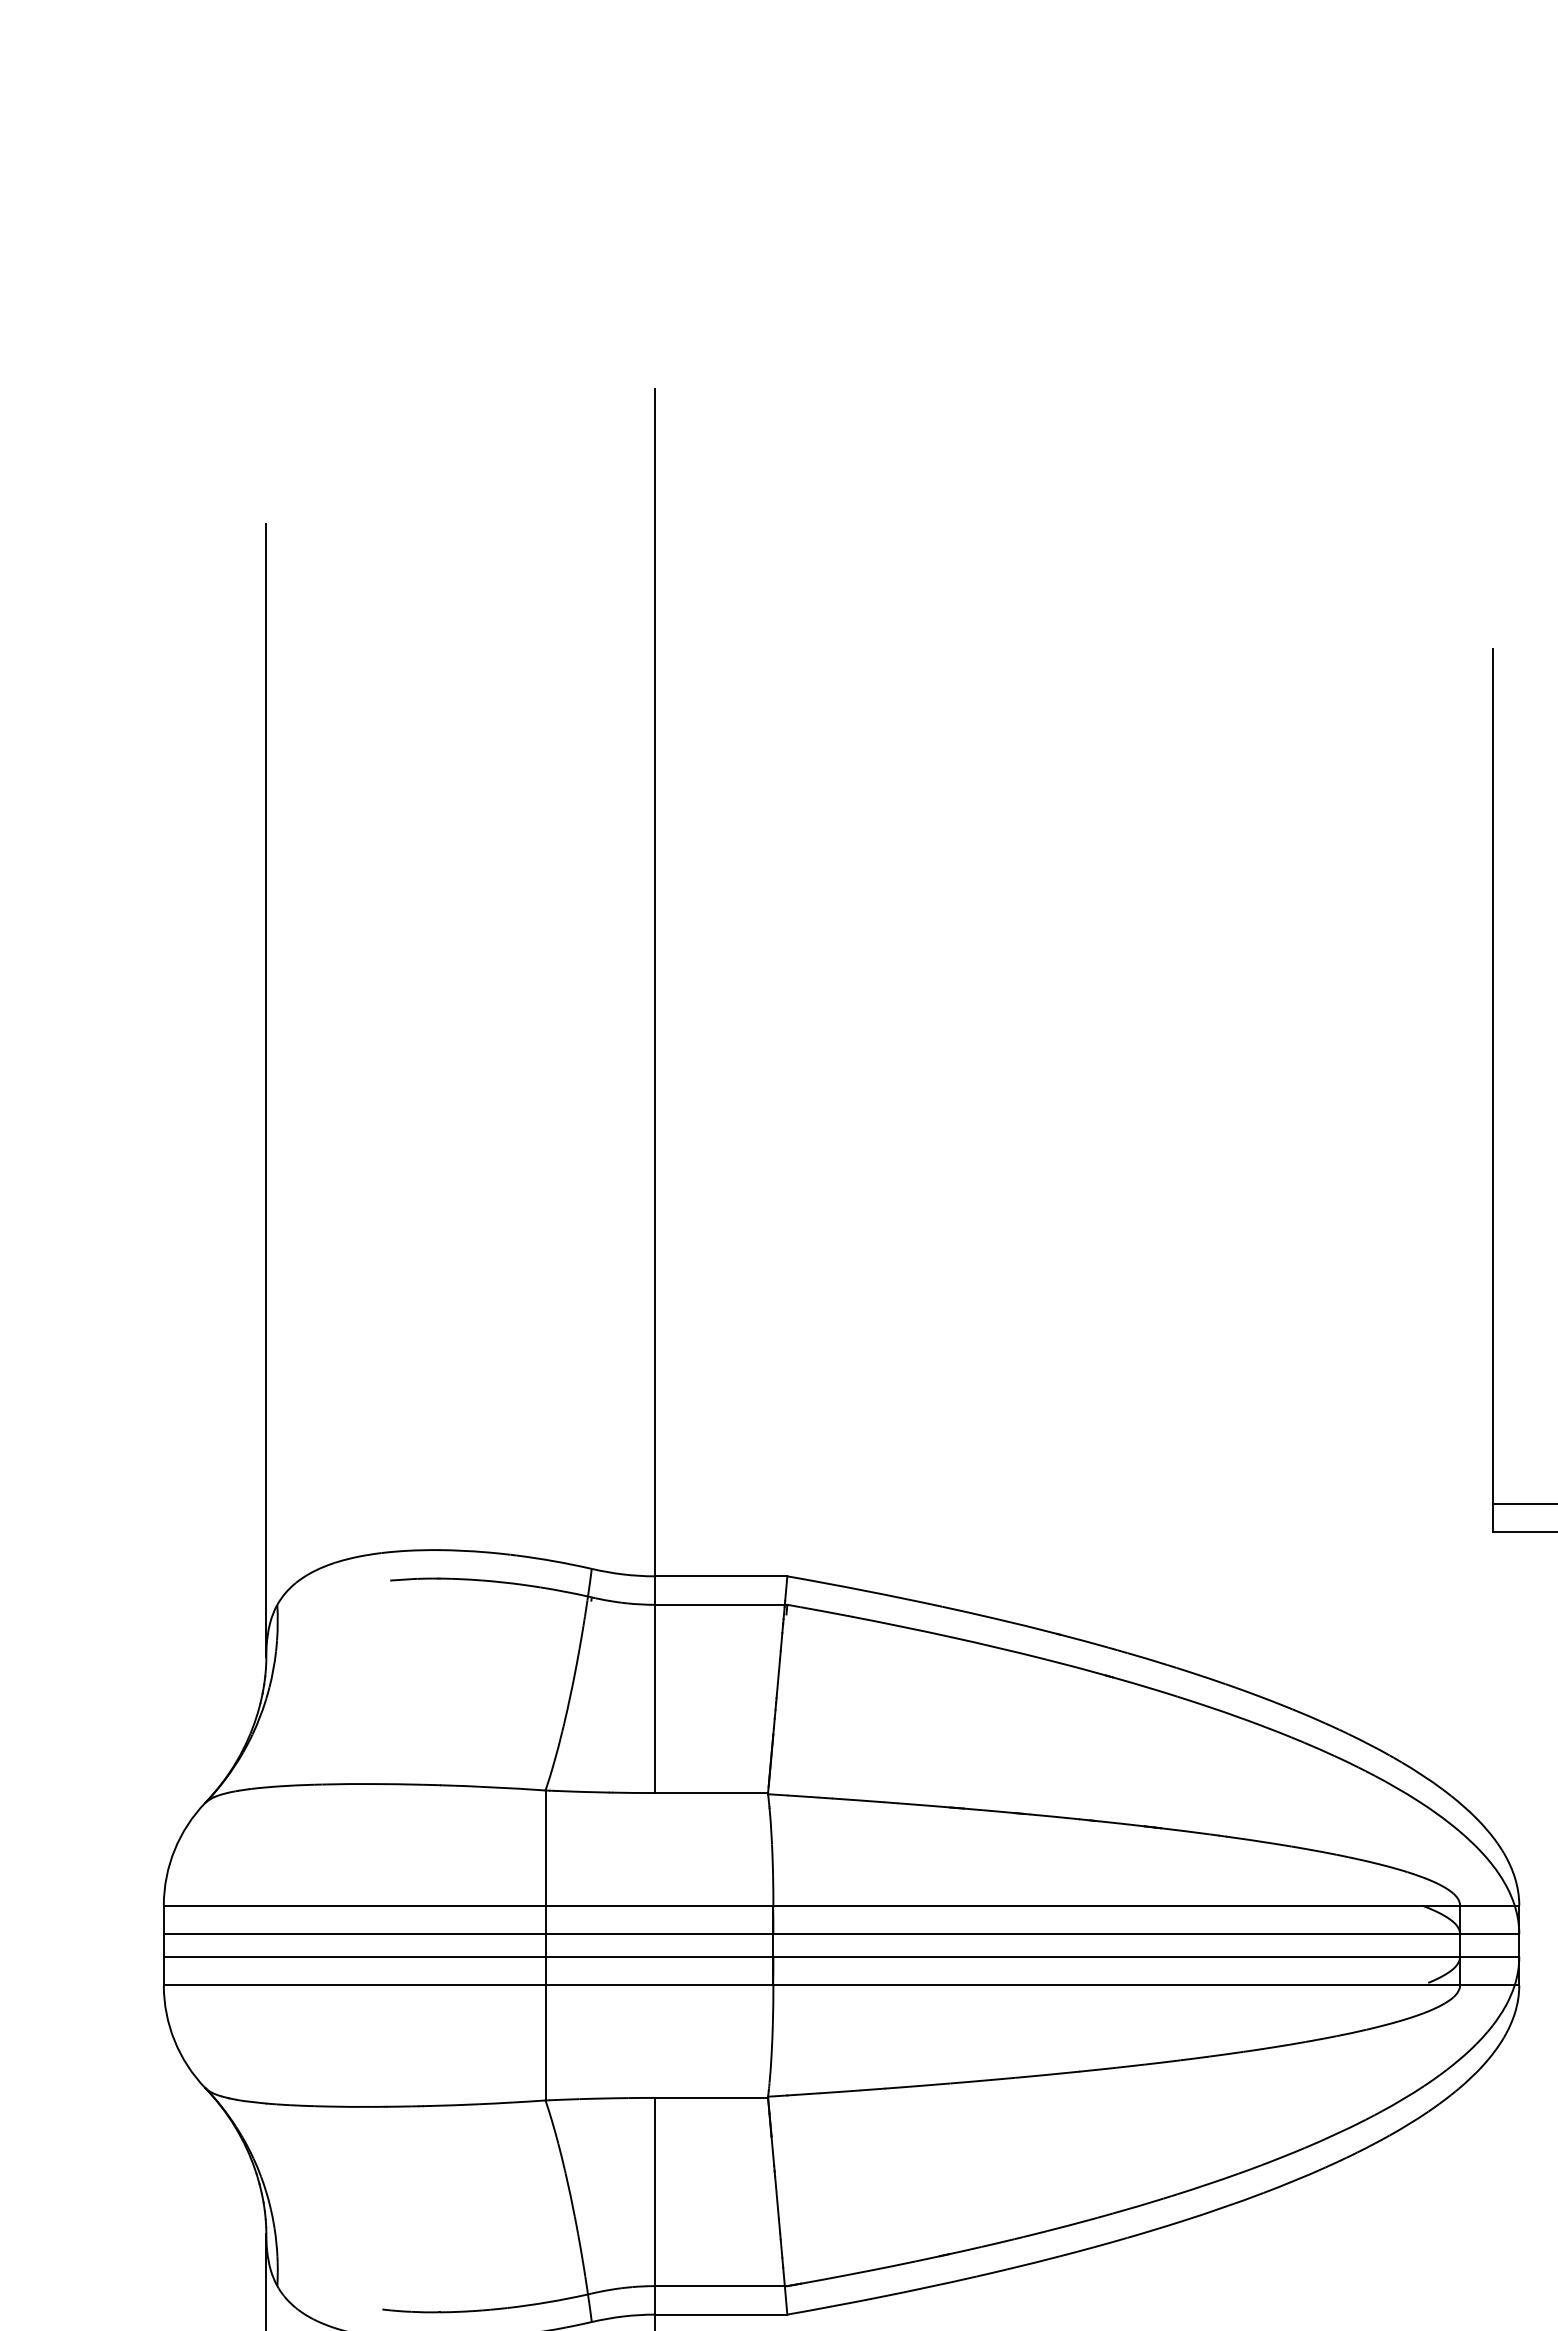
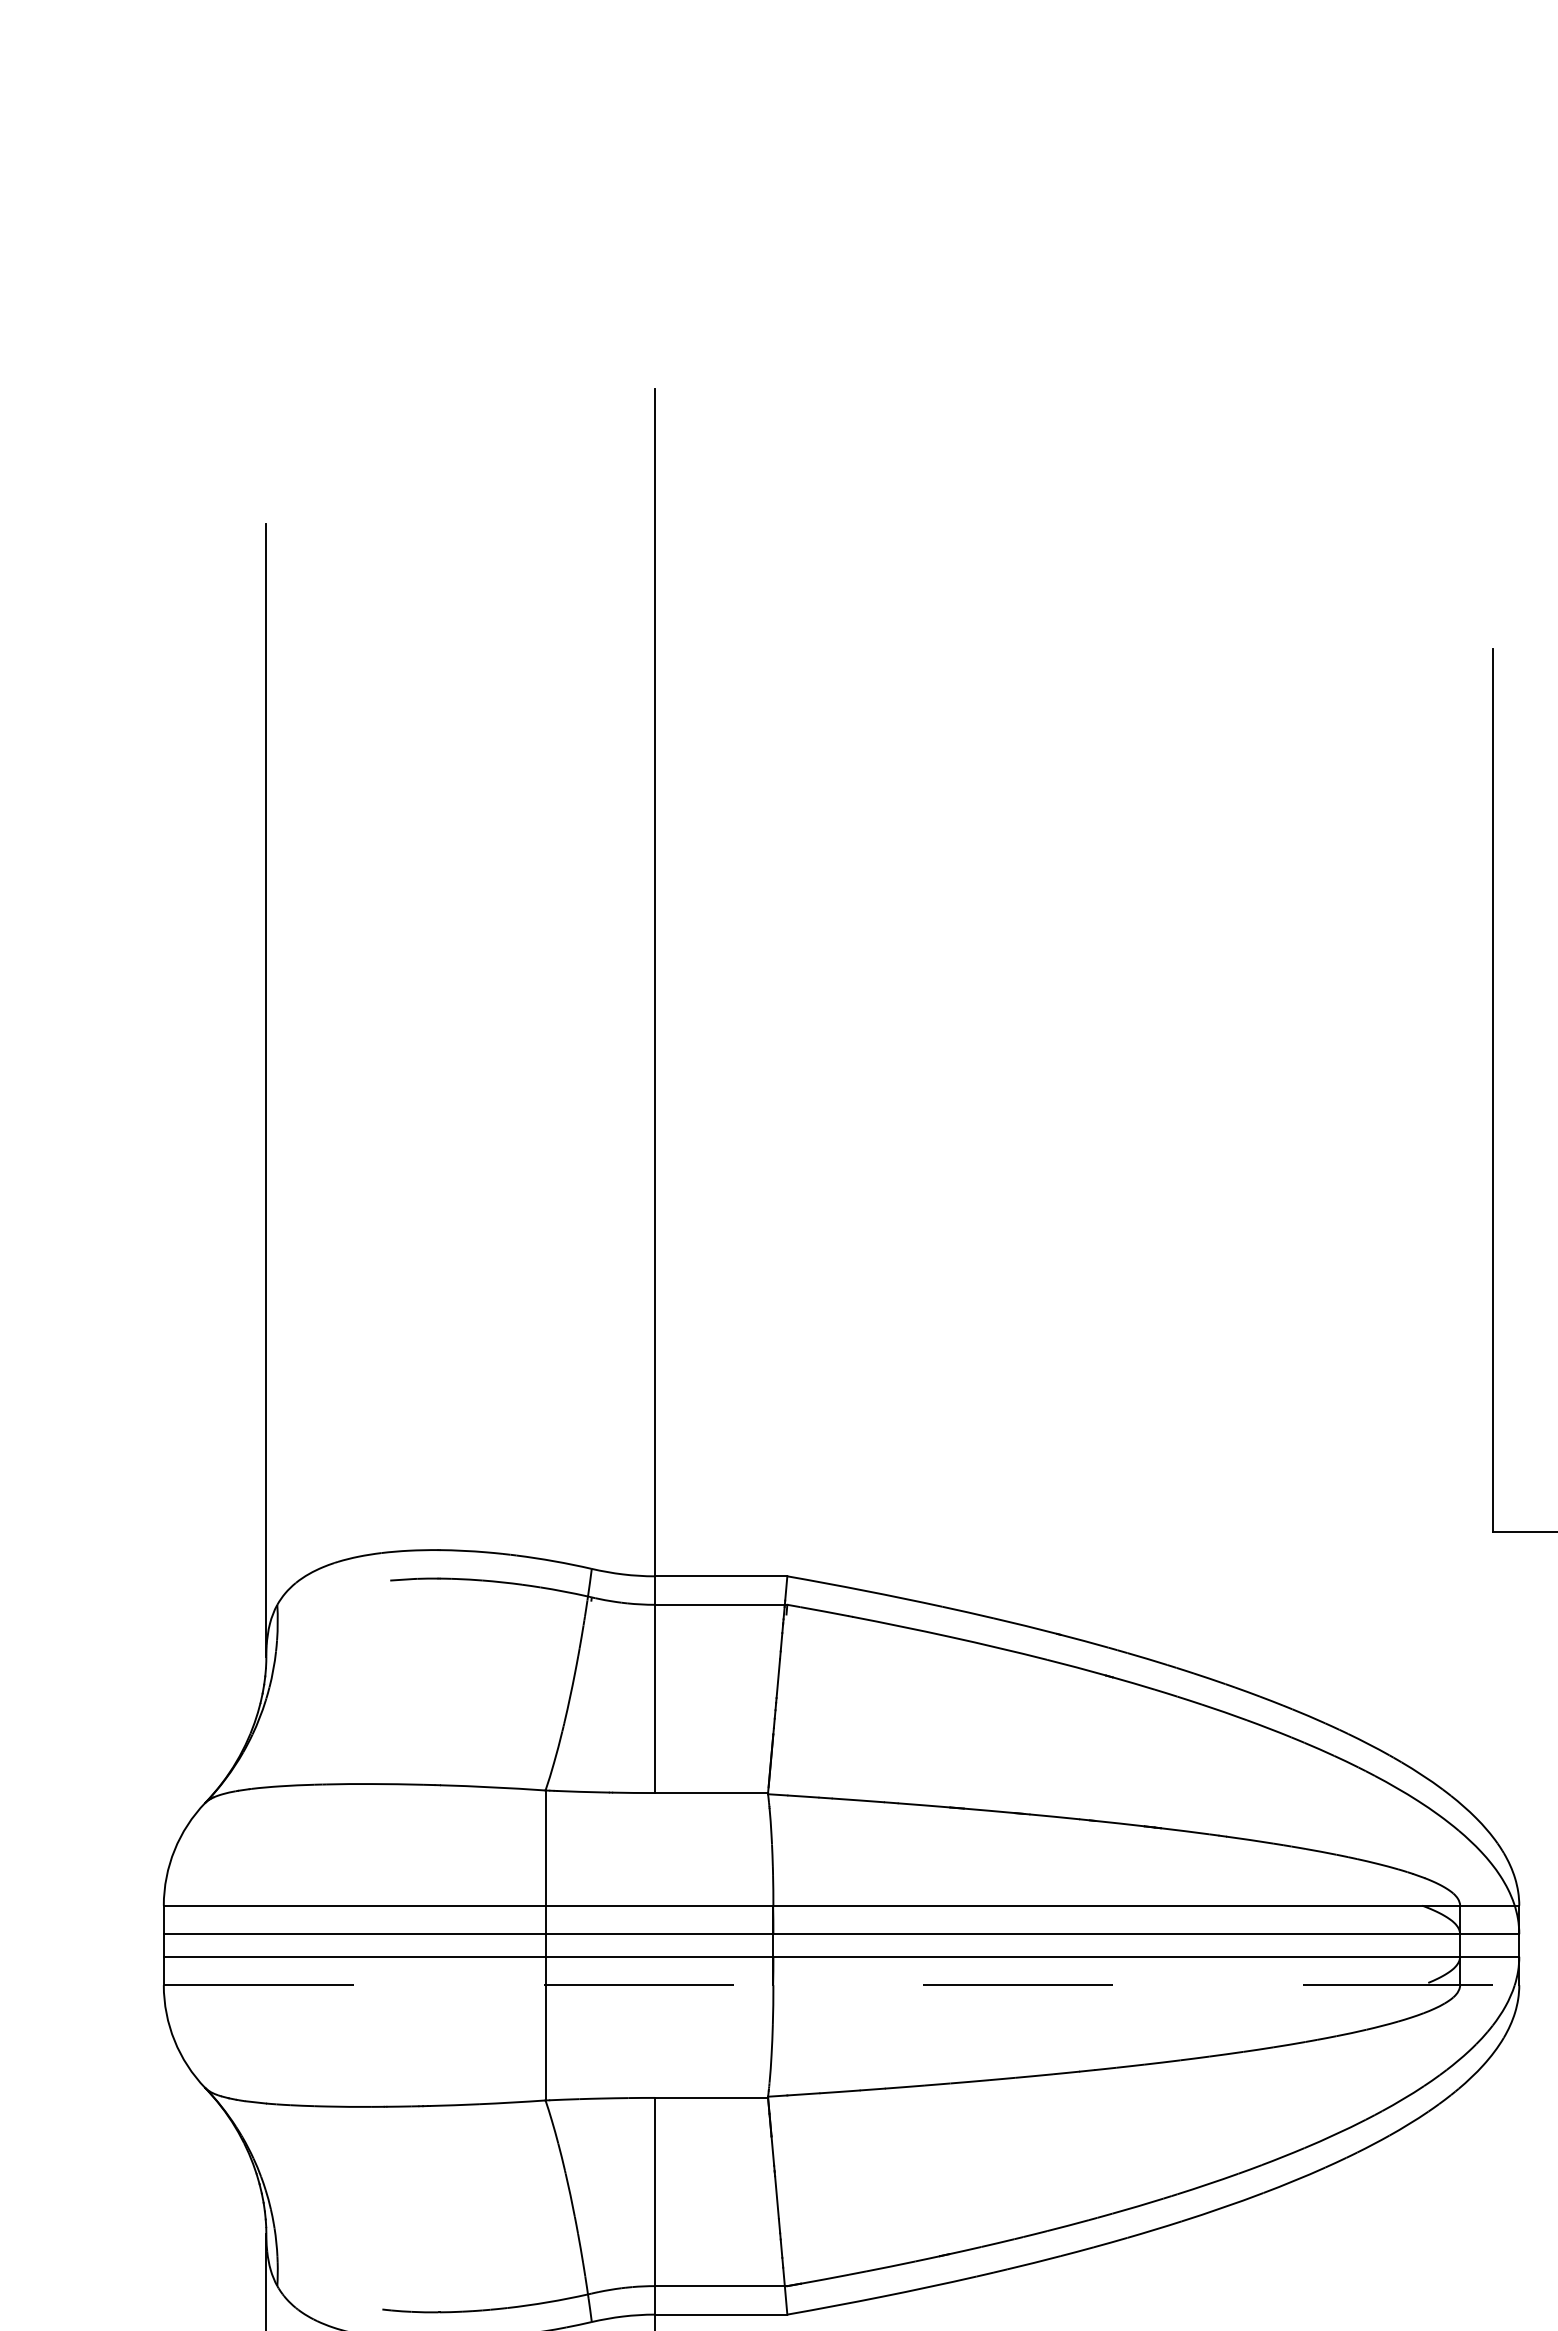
line at (1523, 1503): present -> none
line at (841, 1985): solid -> dashed
